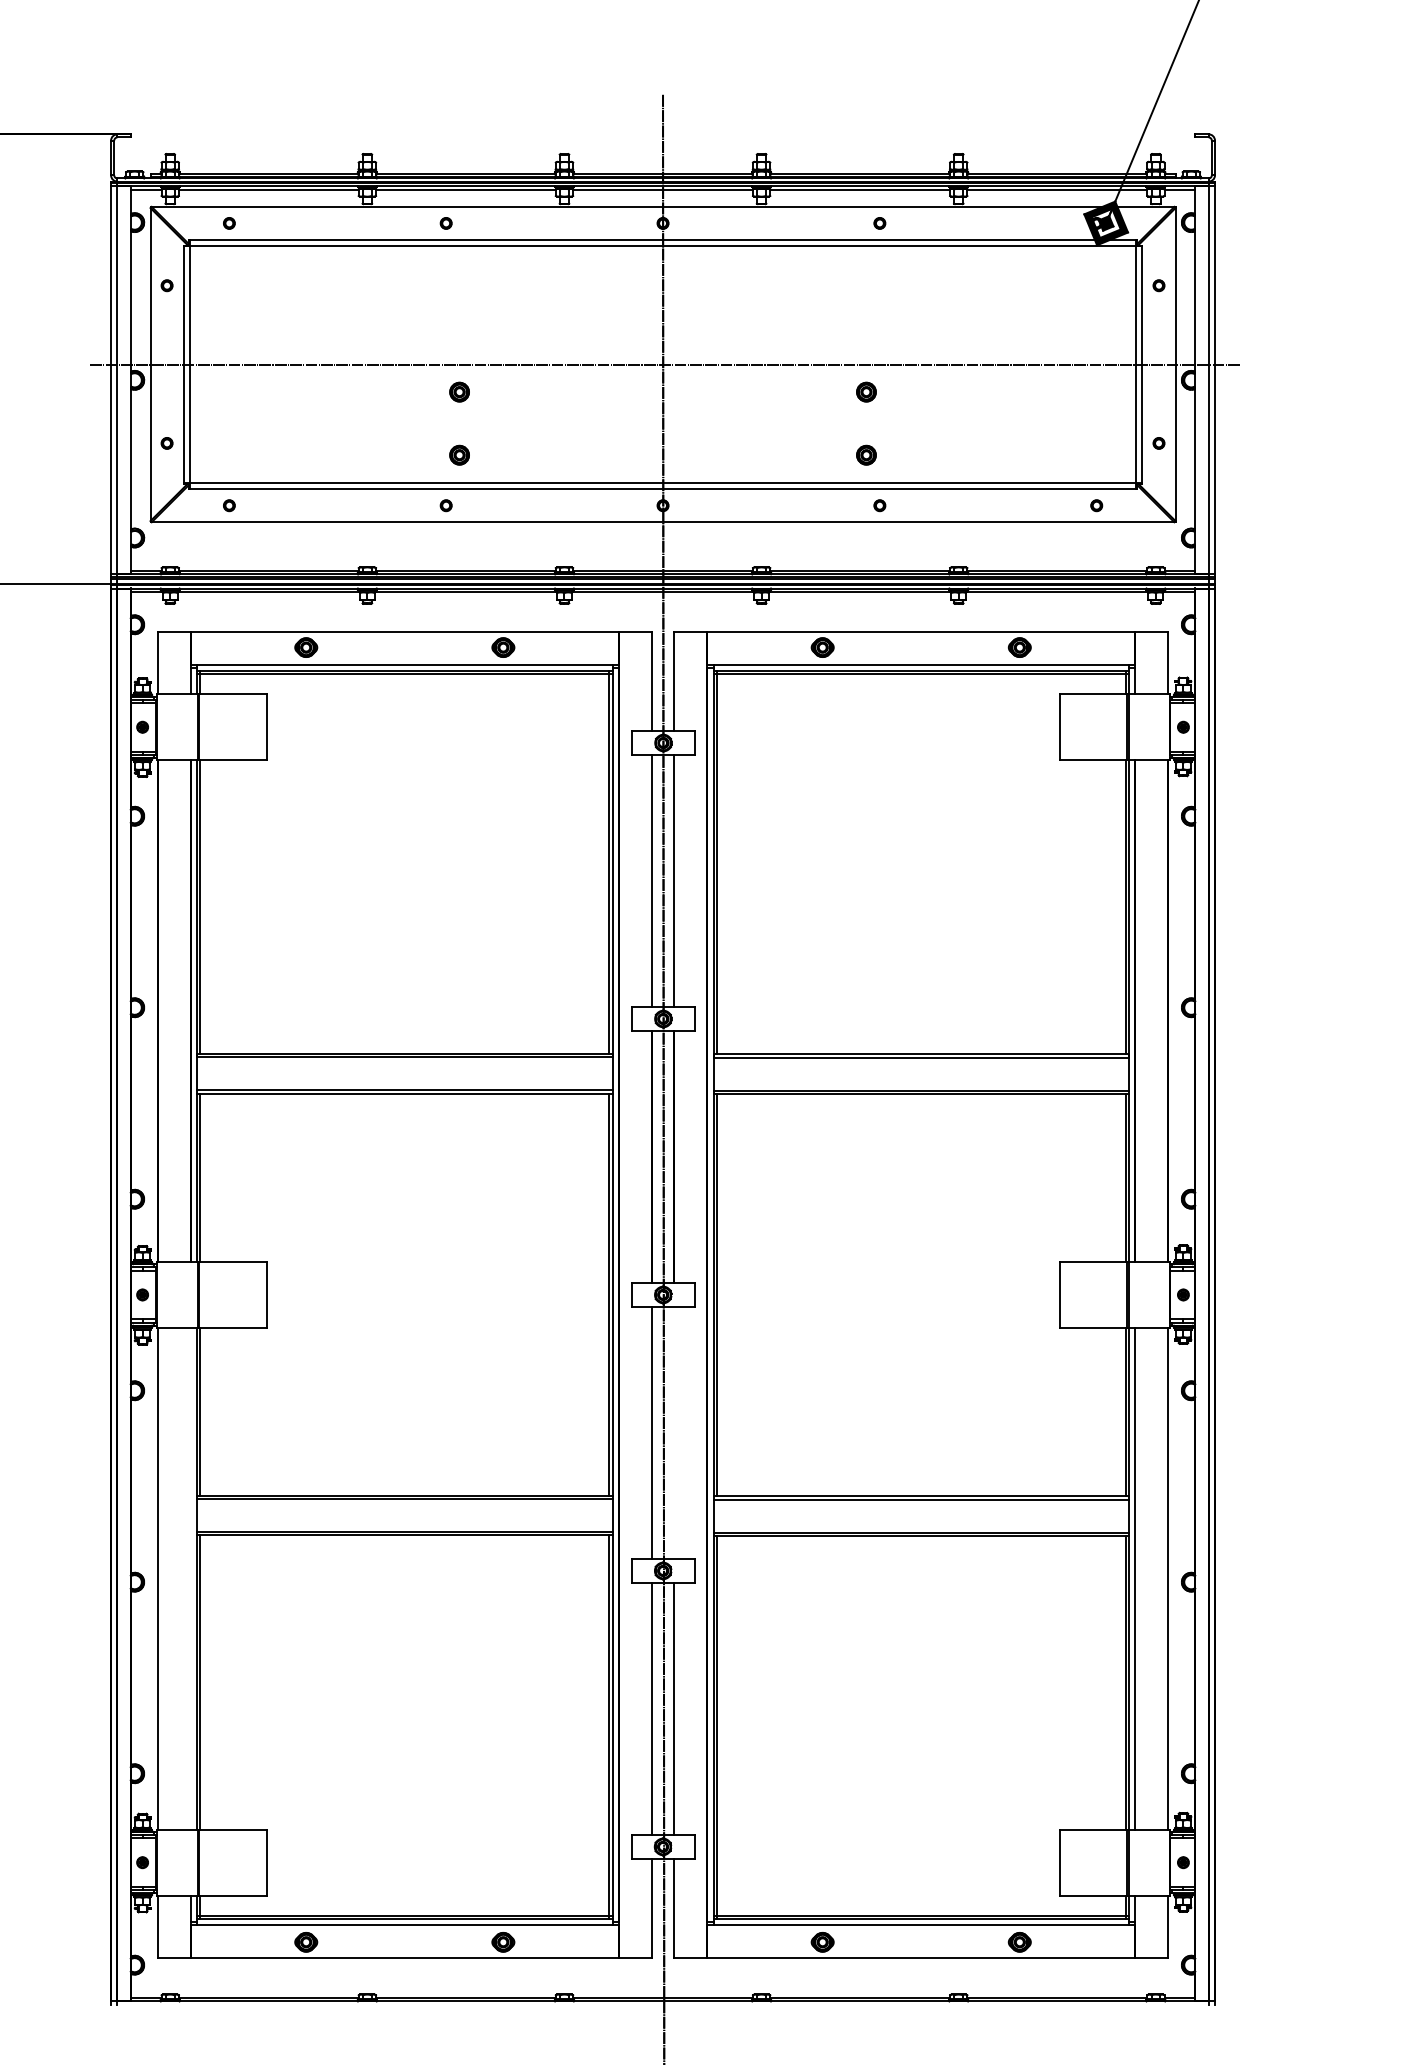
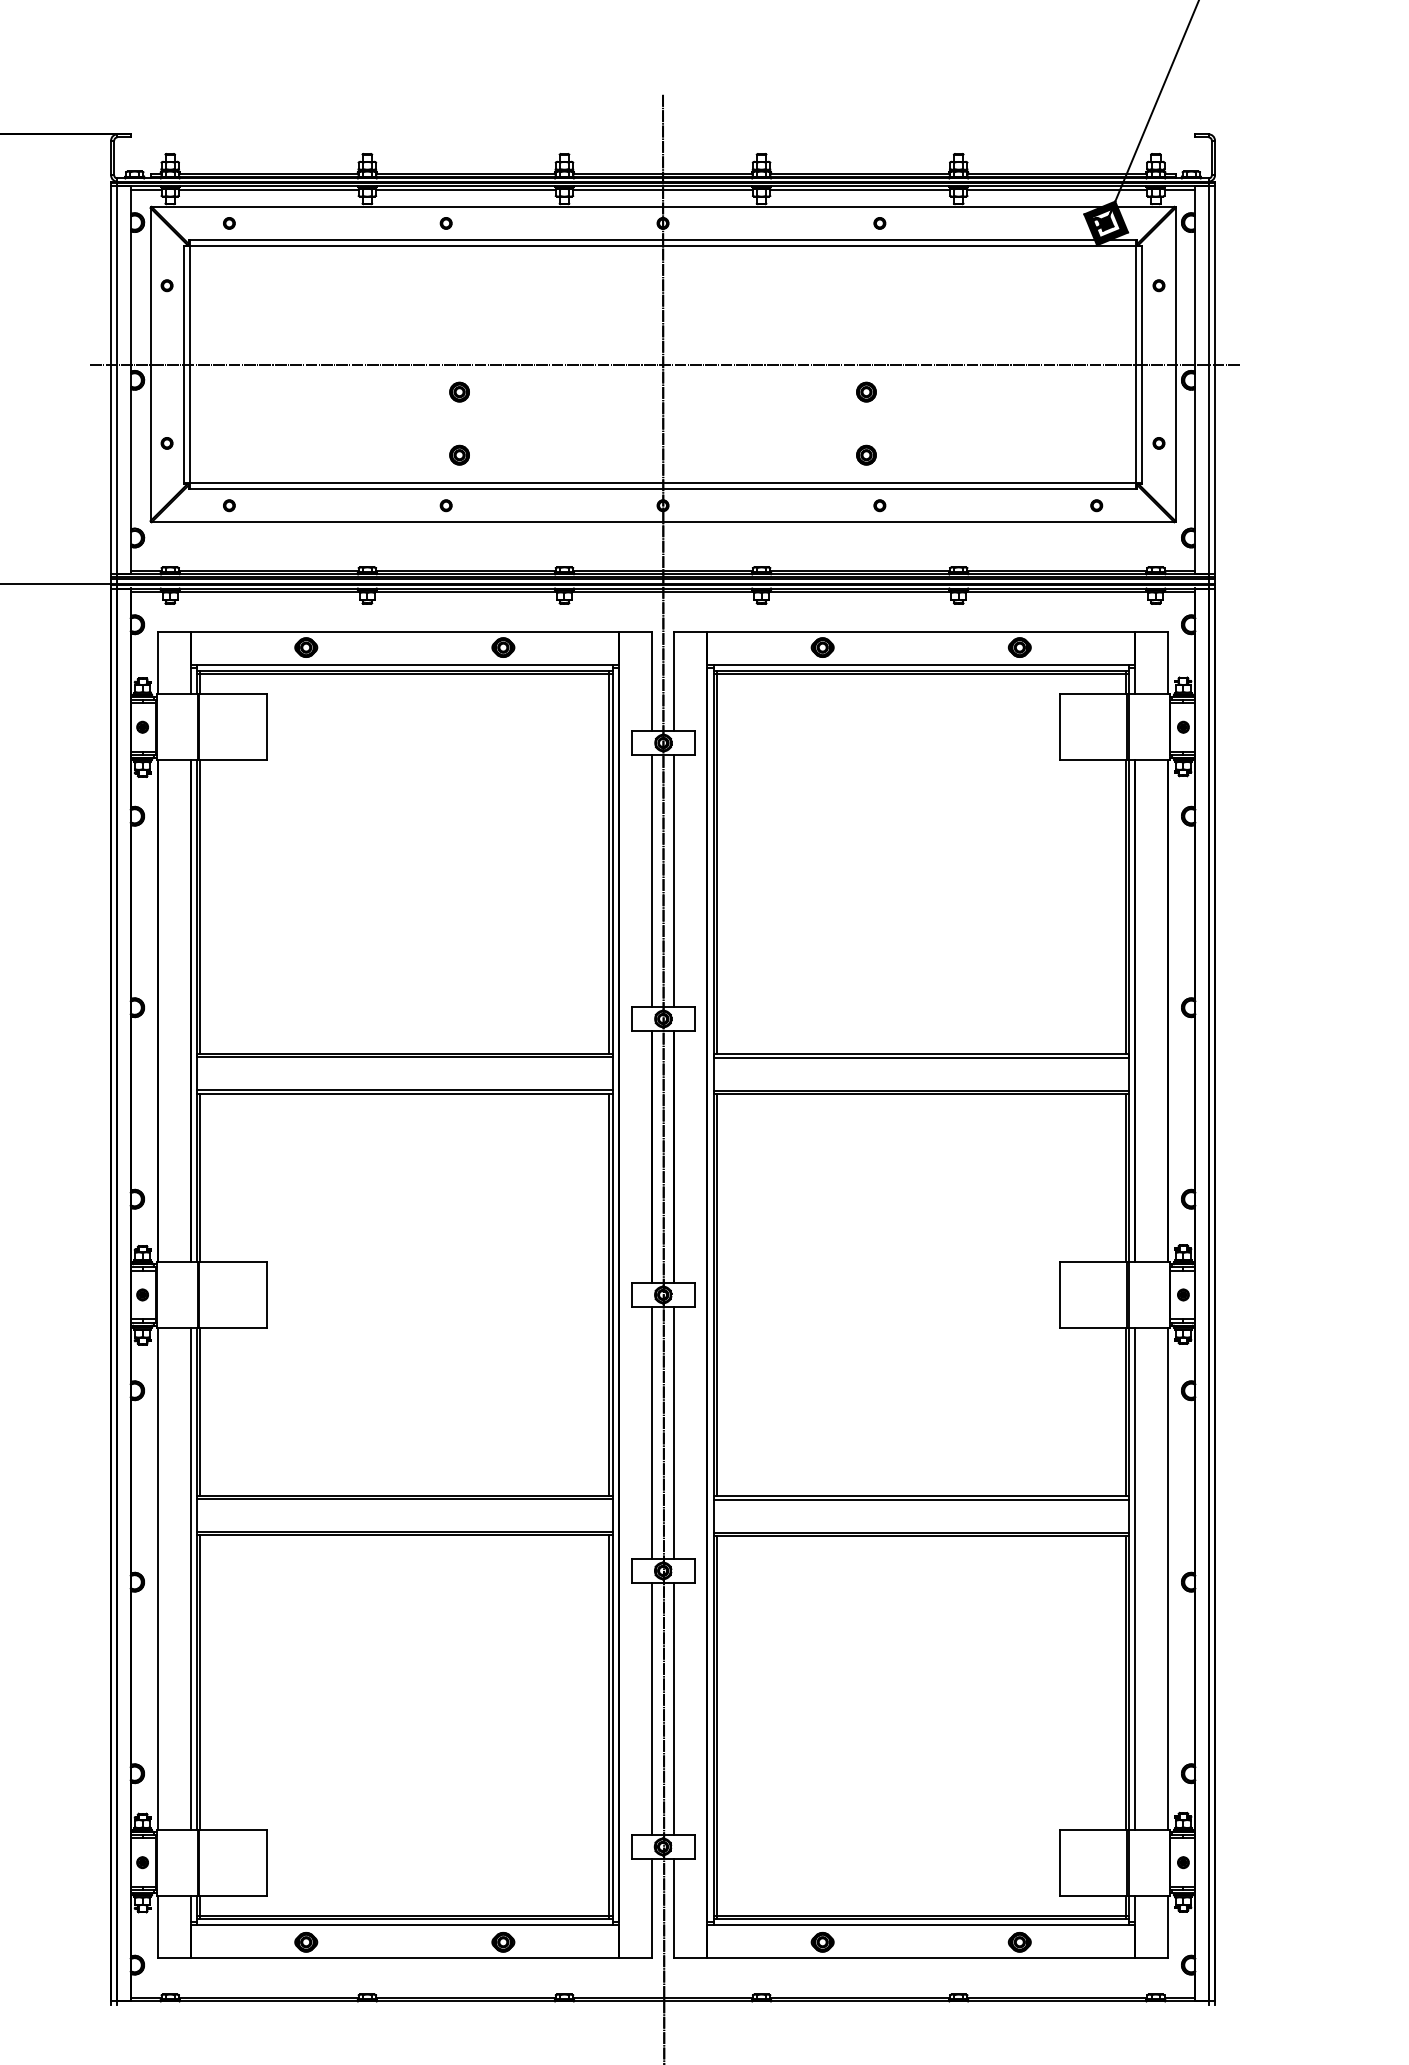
line at (674, 1432): none -> present
line at (190, 1578): none -> present
